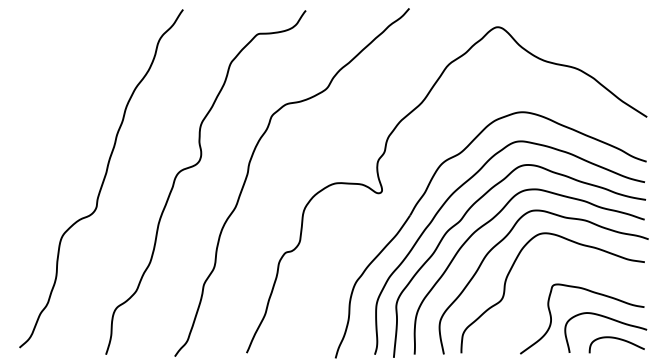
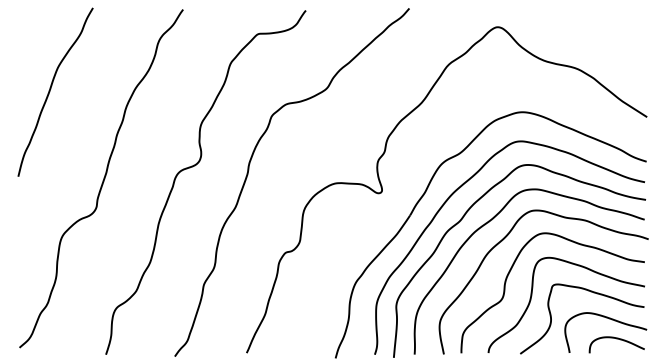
curve at (51, 89): none -> present
curve at (532, 295): none -> present
